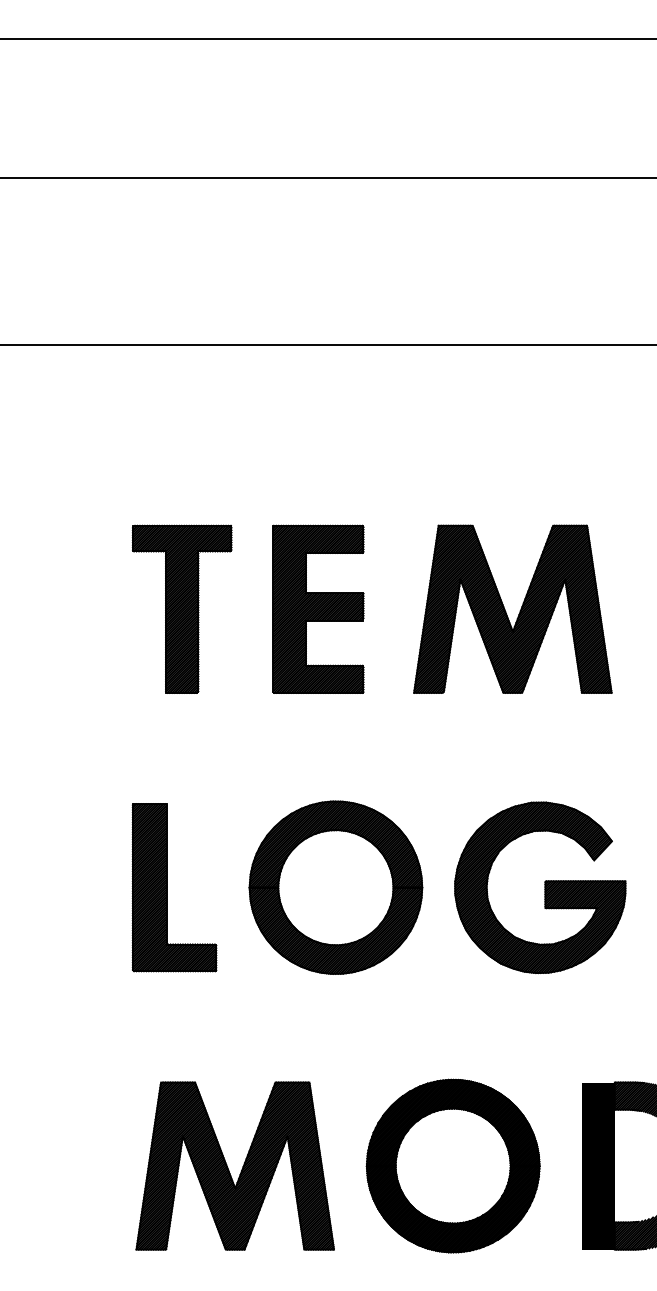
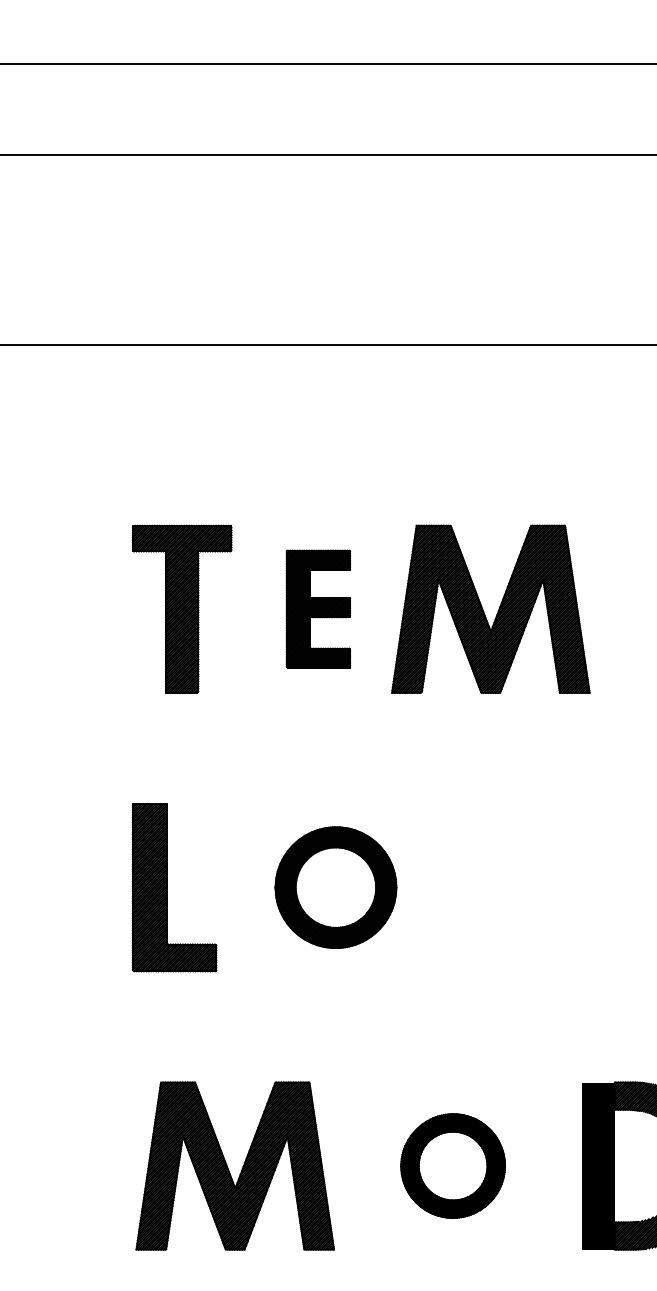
line at (327, 38) position: (327, 38) -> (327, 63)
line at (327, 177) position: (327, 177) -> (327, 154)
part at (318, 608) size: 93x170 px -> 67x120 px
part at (506, 611) position: (506, 611) -> (484, 611)
part at (335, 887) size: 176x175 px -> 124x123 px
part at (540, 887): present -> none
part at (452, 1165) size: 176x176 px -> 106x106 px
